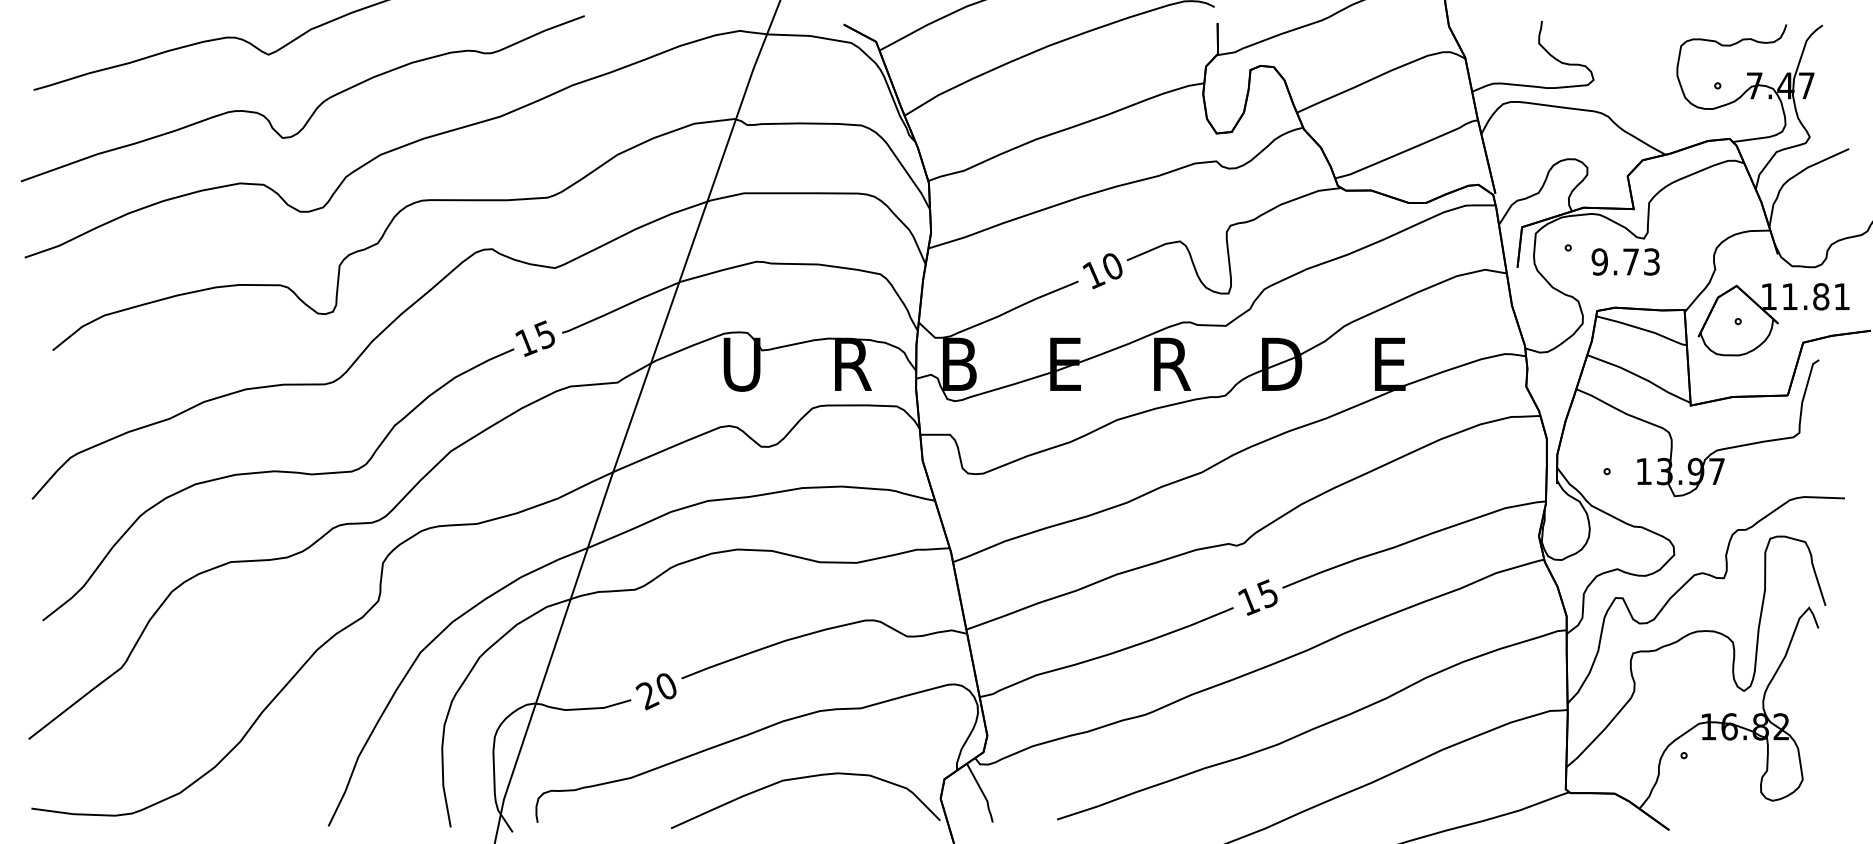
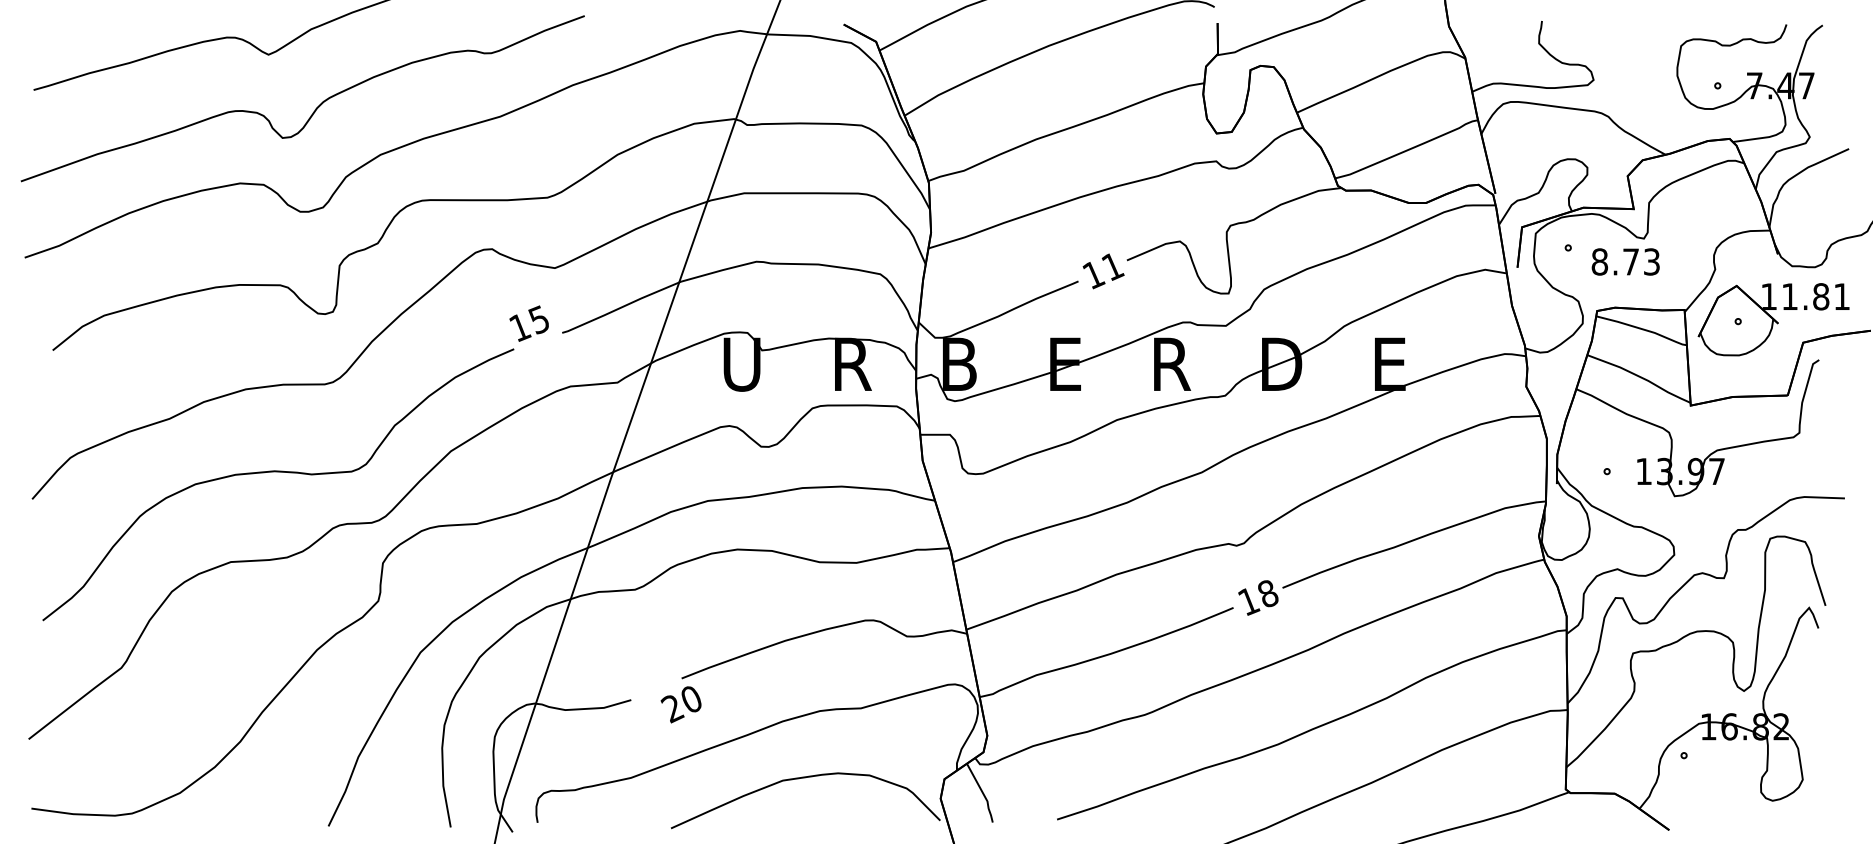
text at (1599, 261): 9.73 -> 8.73
text at (1112, 266): 10 -> 11
text at (534, 338) position: (534, 338) -> (528, 323)
text at (1267, 593): 15 -> 18
text at (655, 691) position: (655, 691) -> (680, 704)
